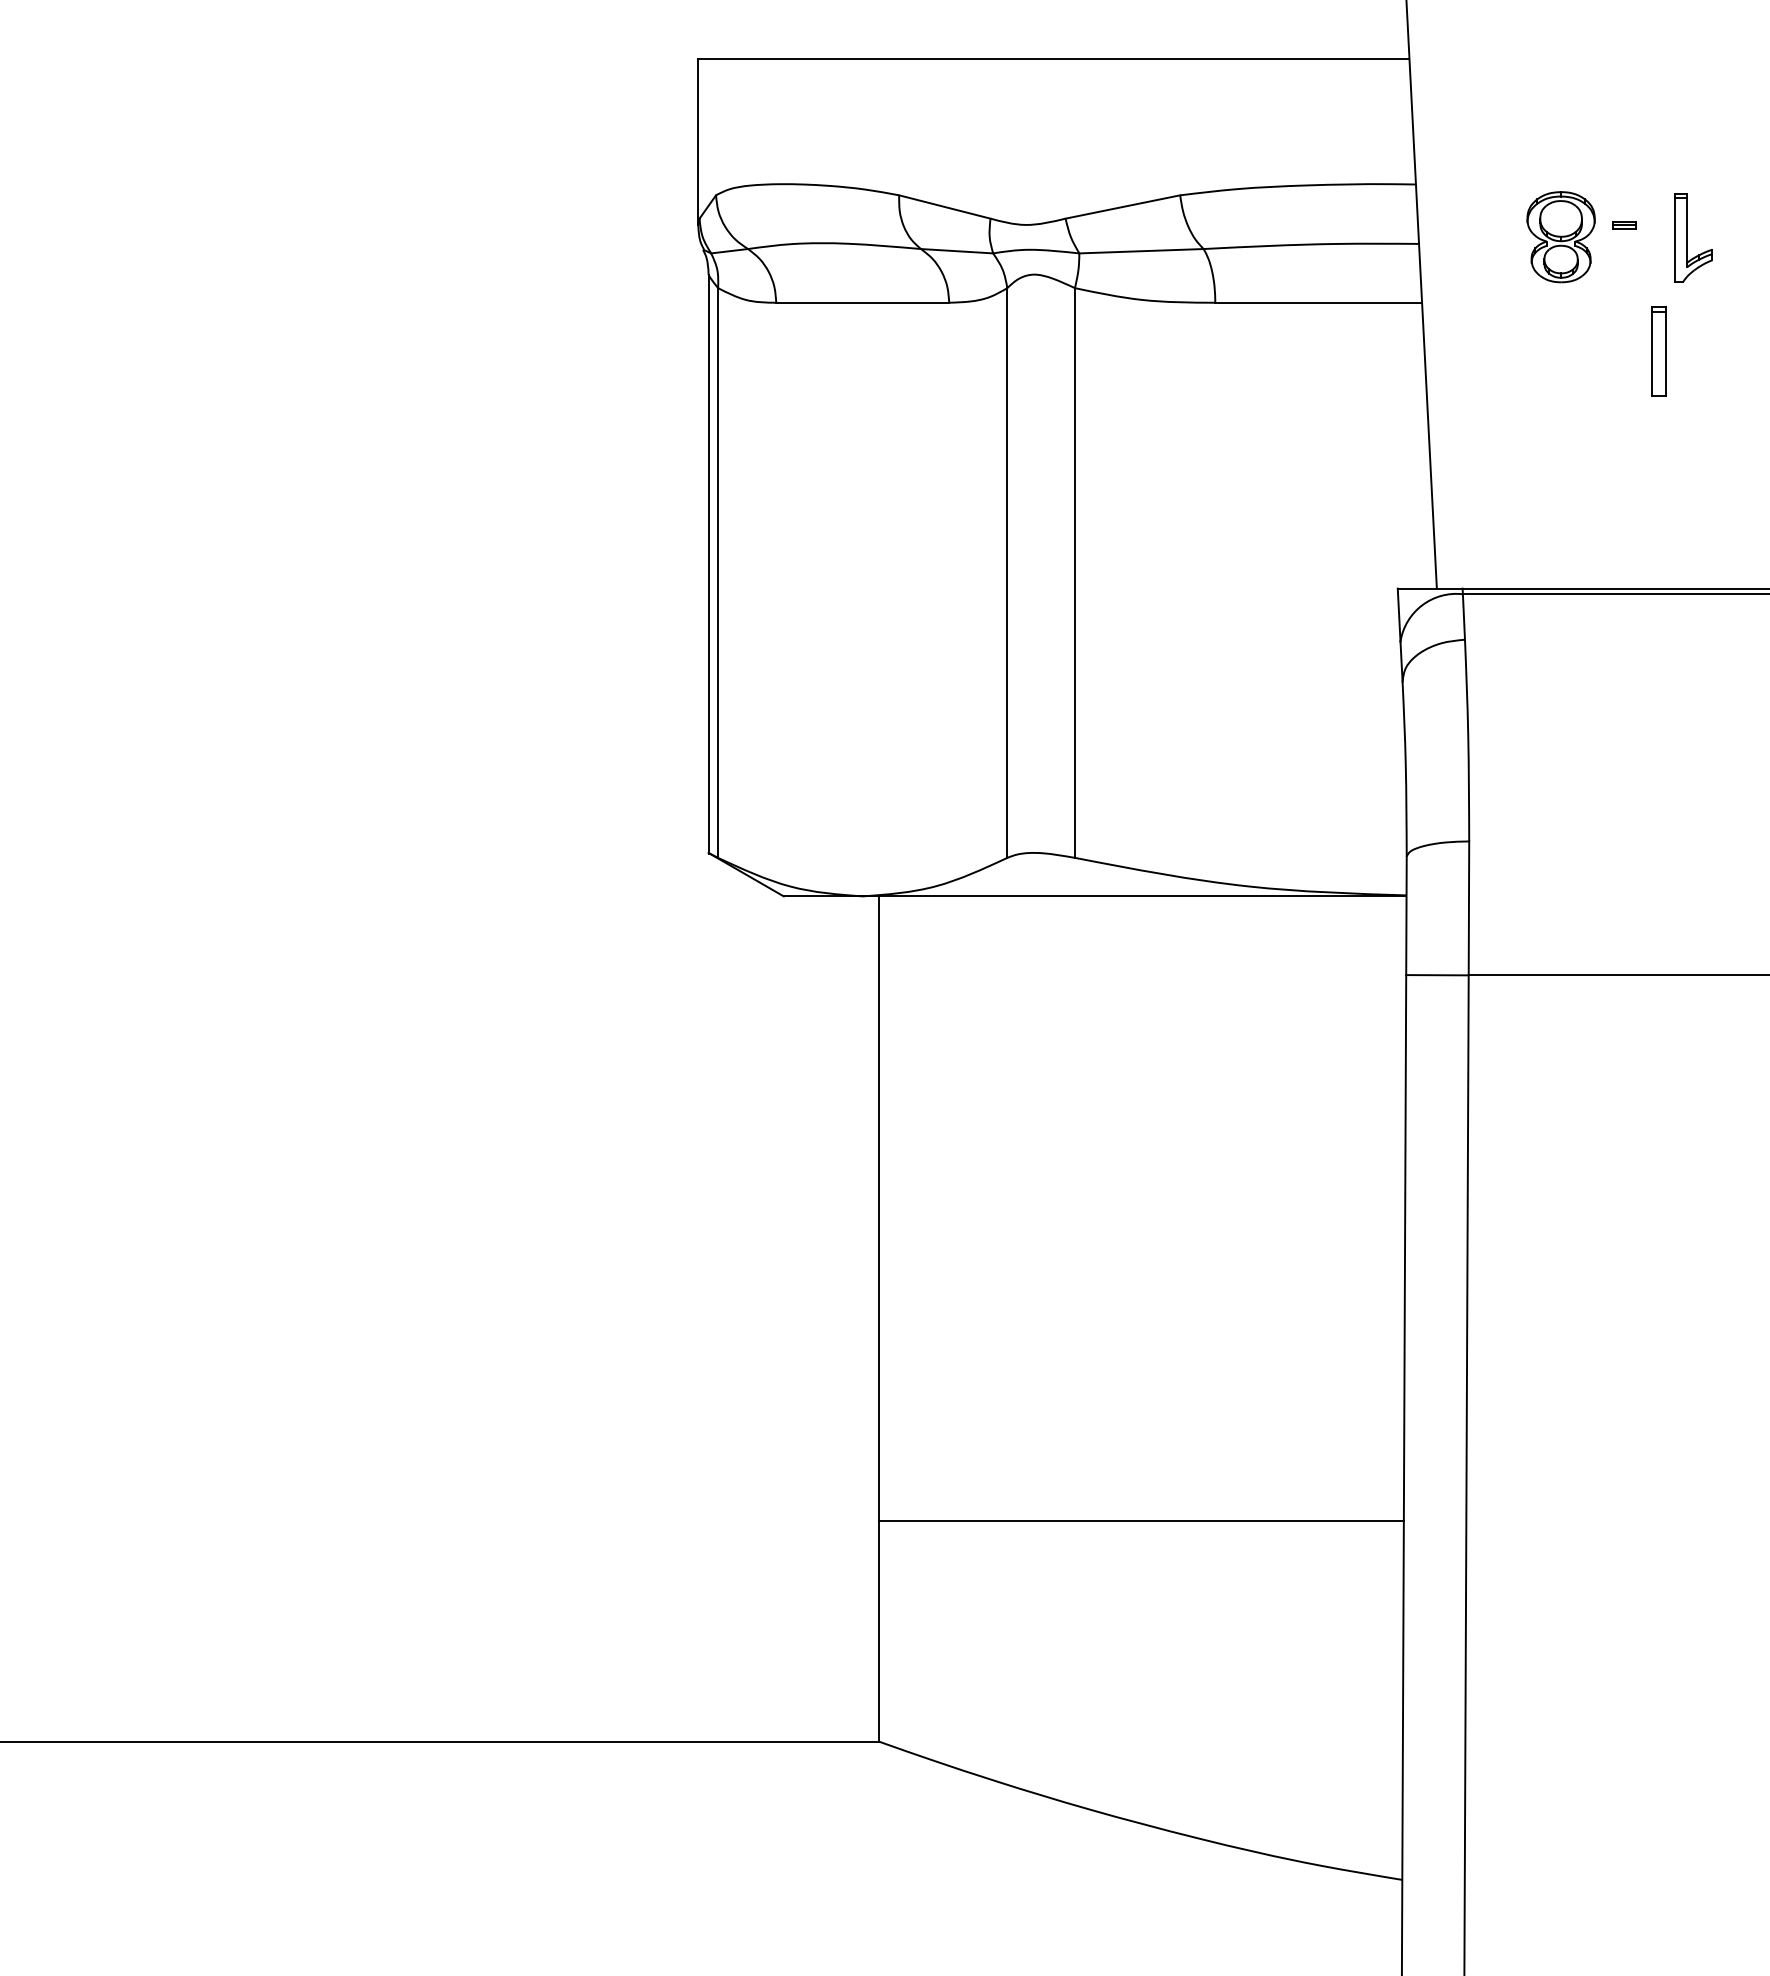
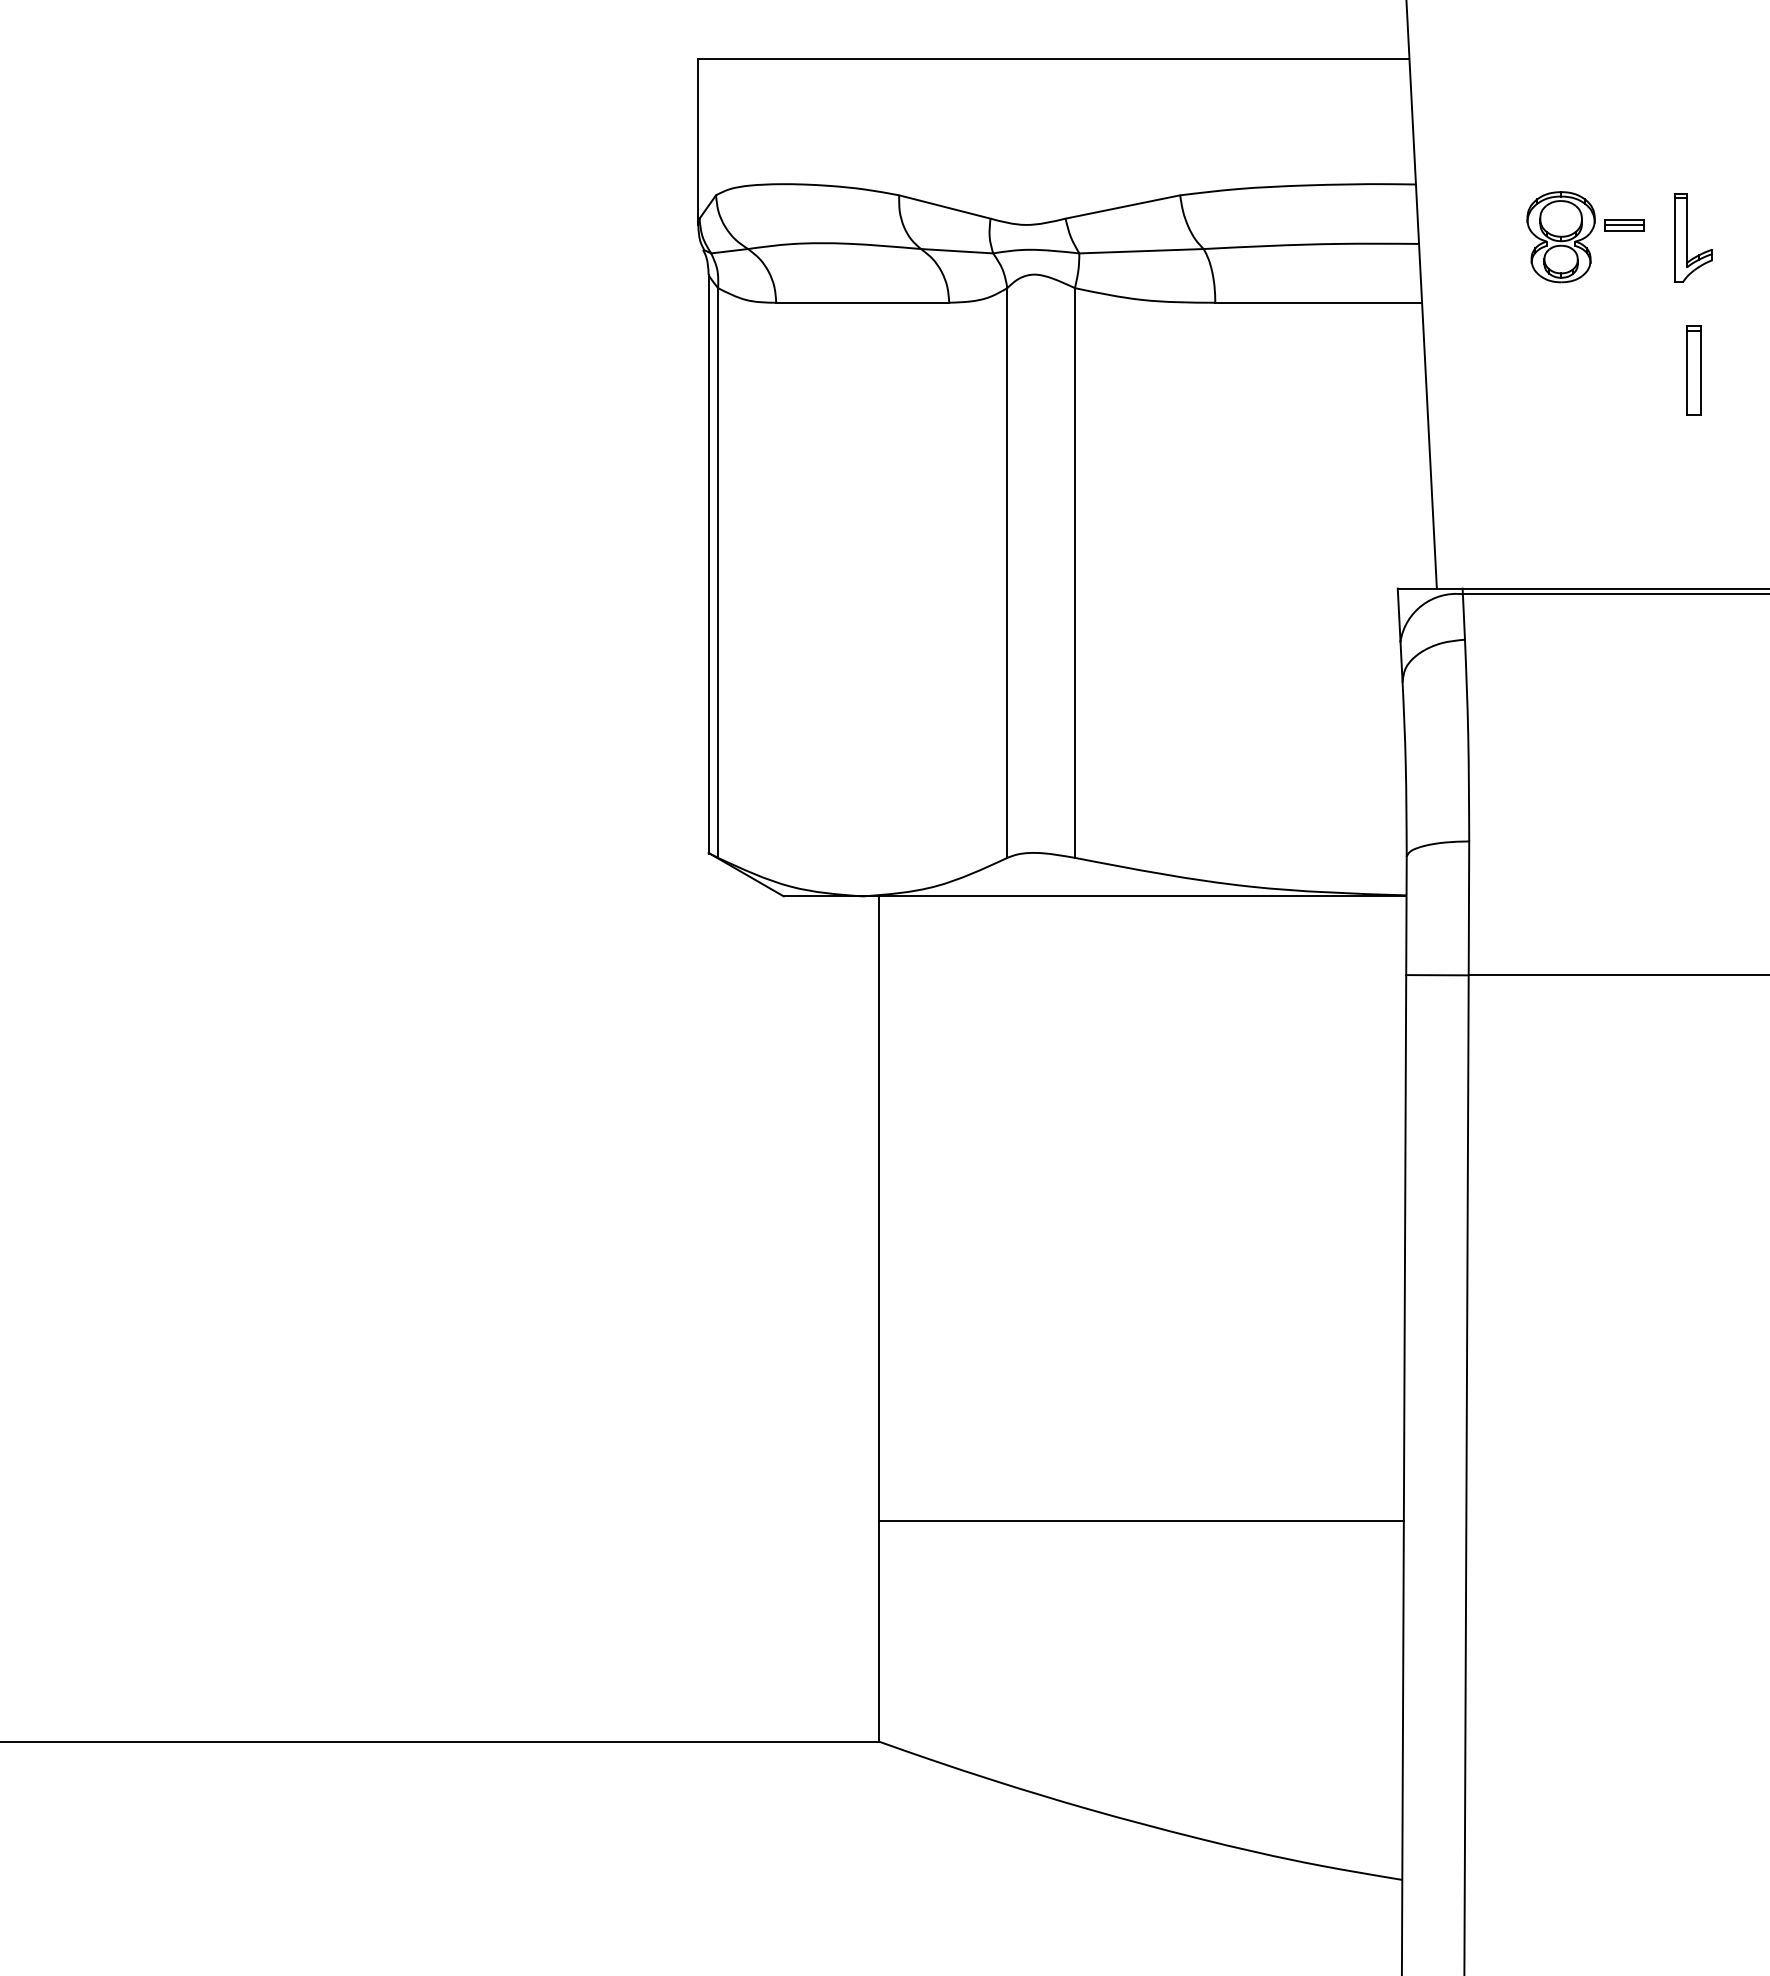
part at (1624, 225) size: 25x9 px -> 41x13 px
part at (1658, 351) position: (1658, 351) -> (1693, 370)
